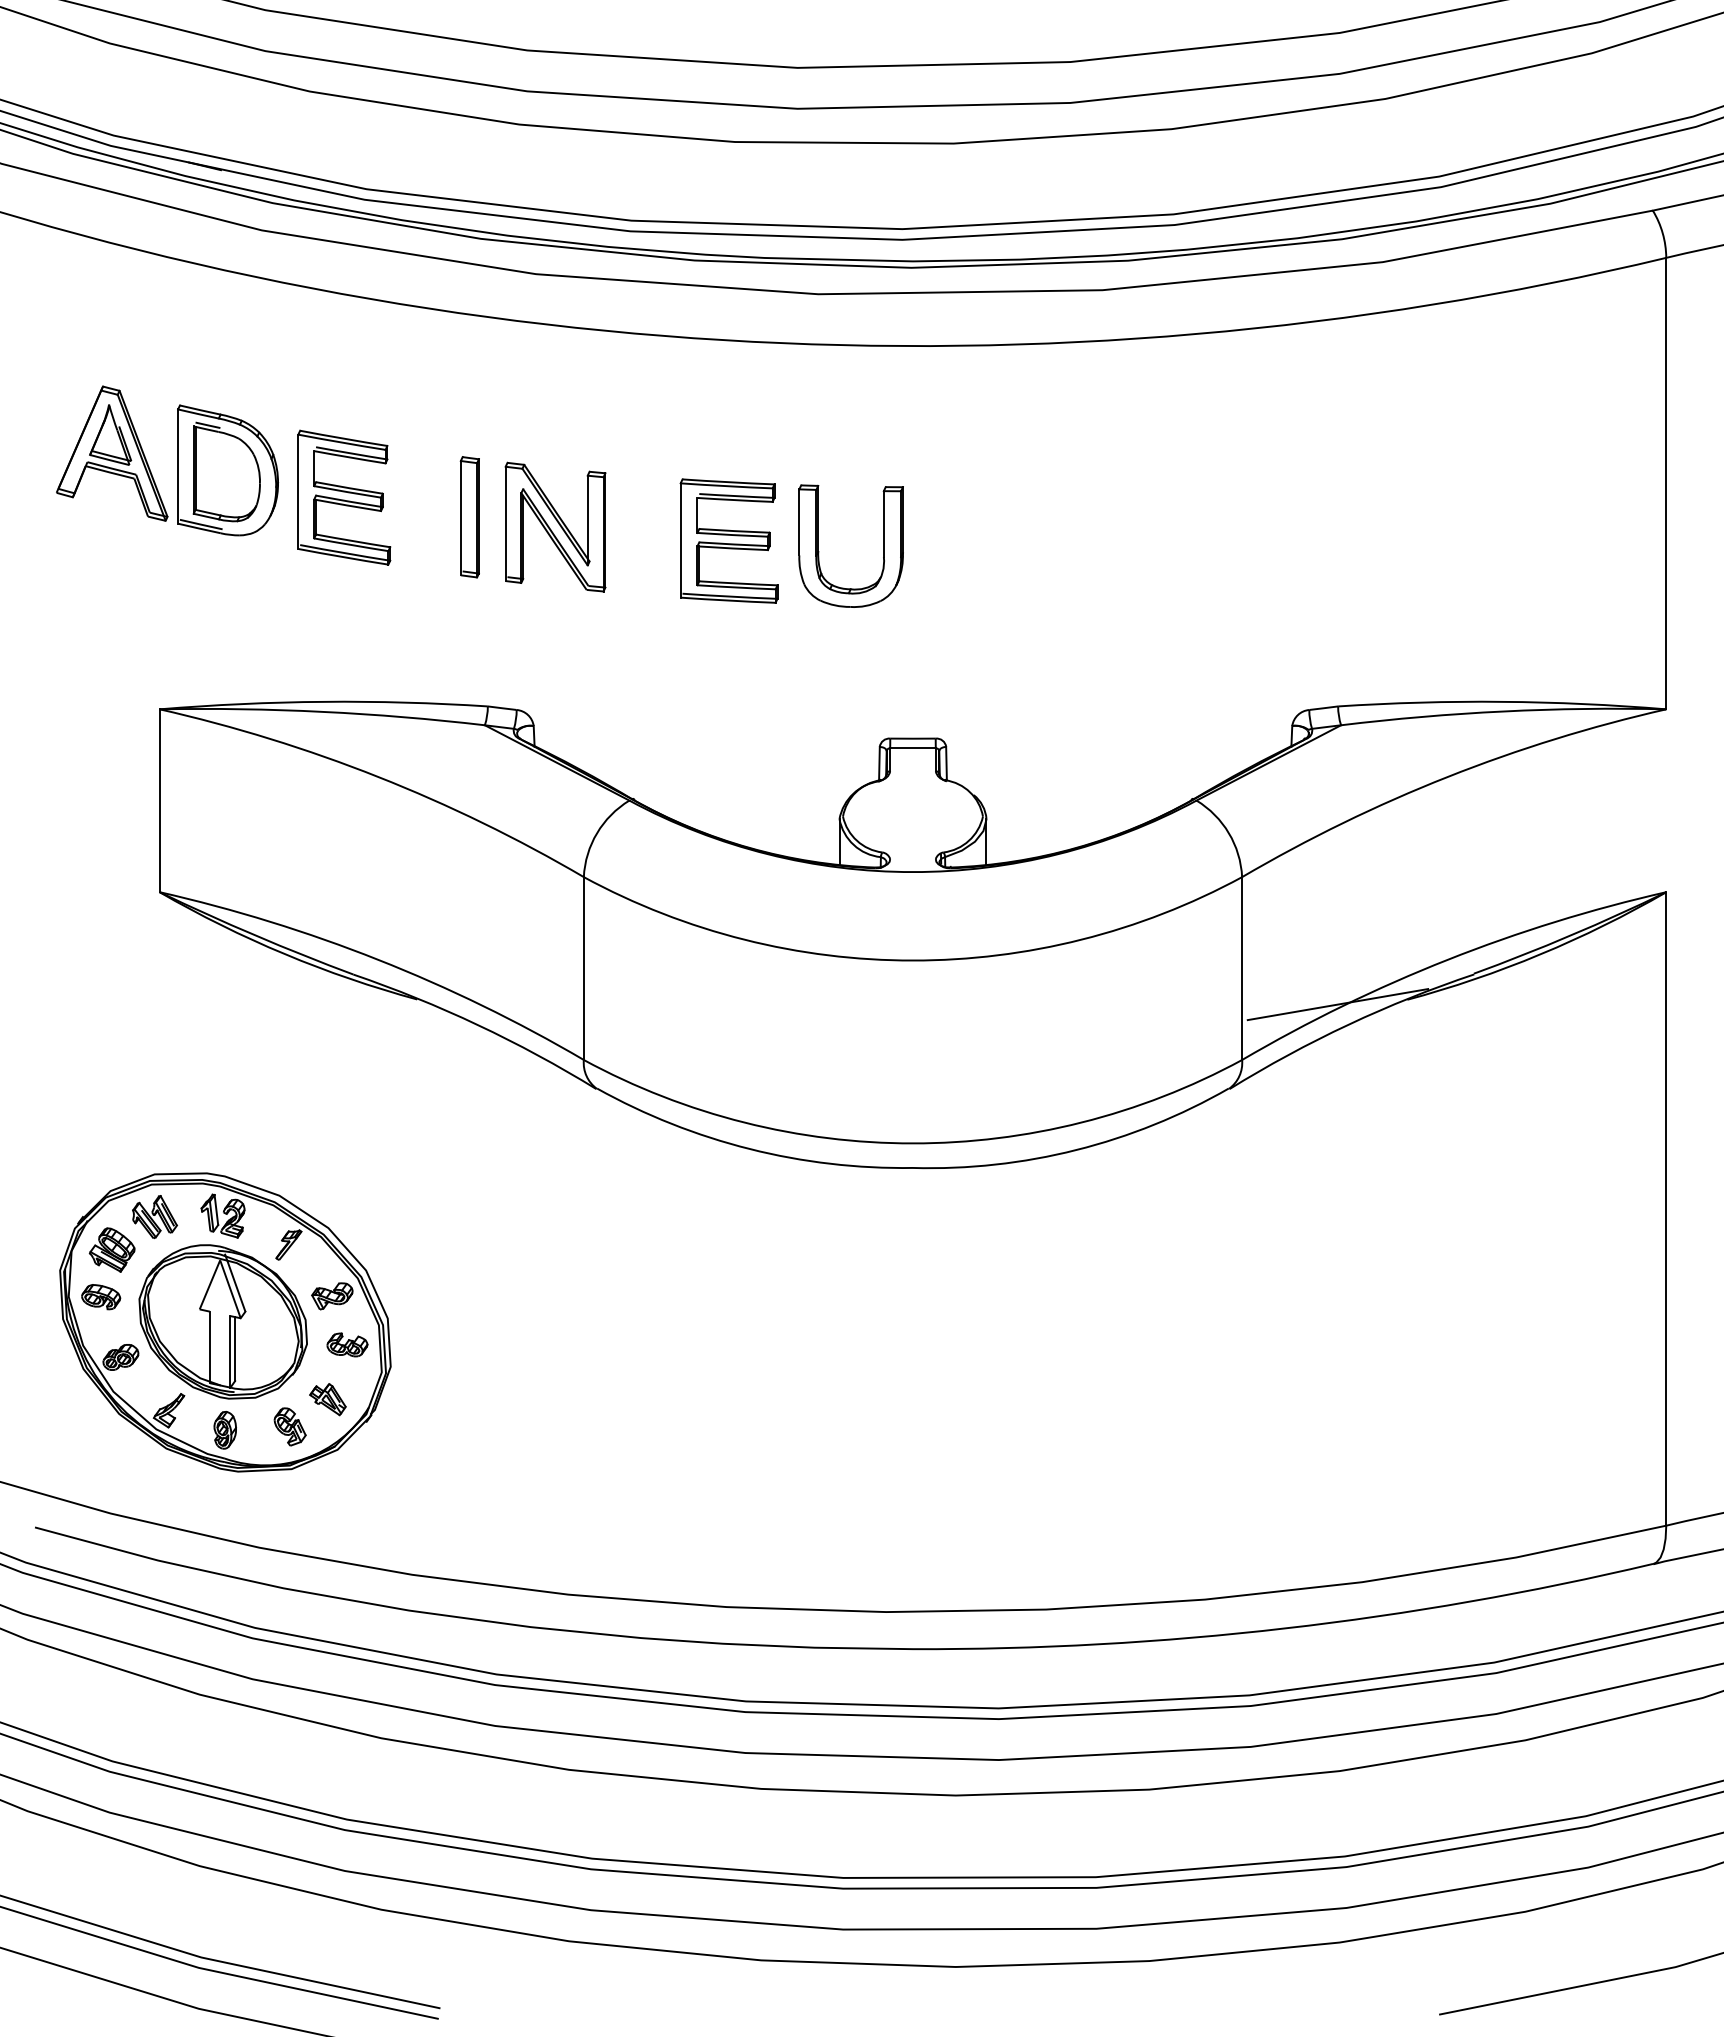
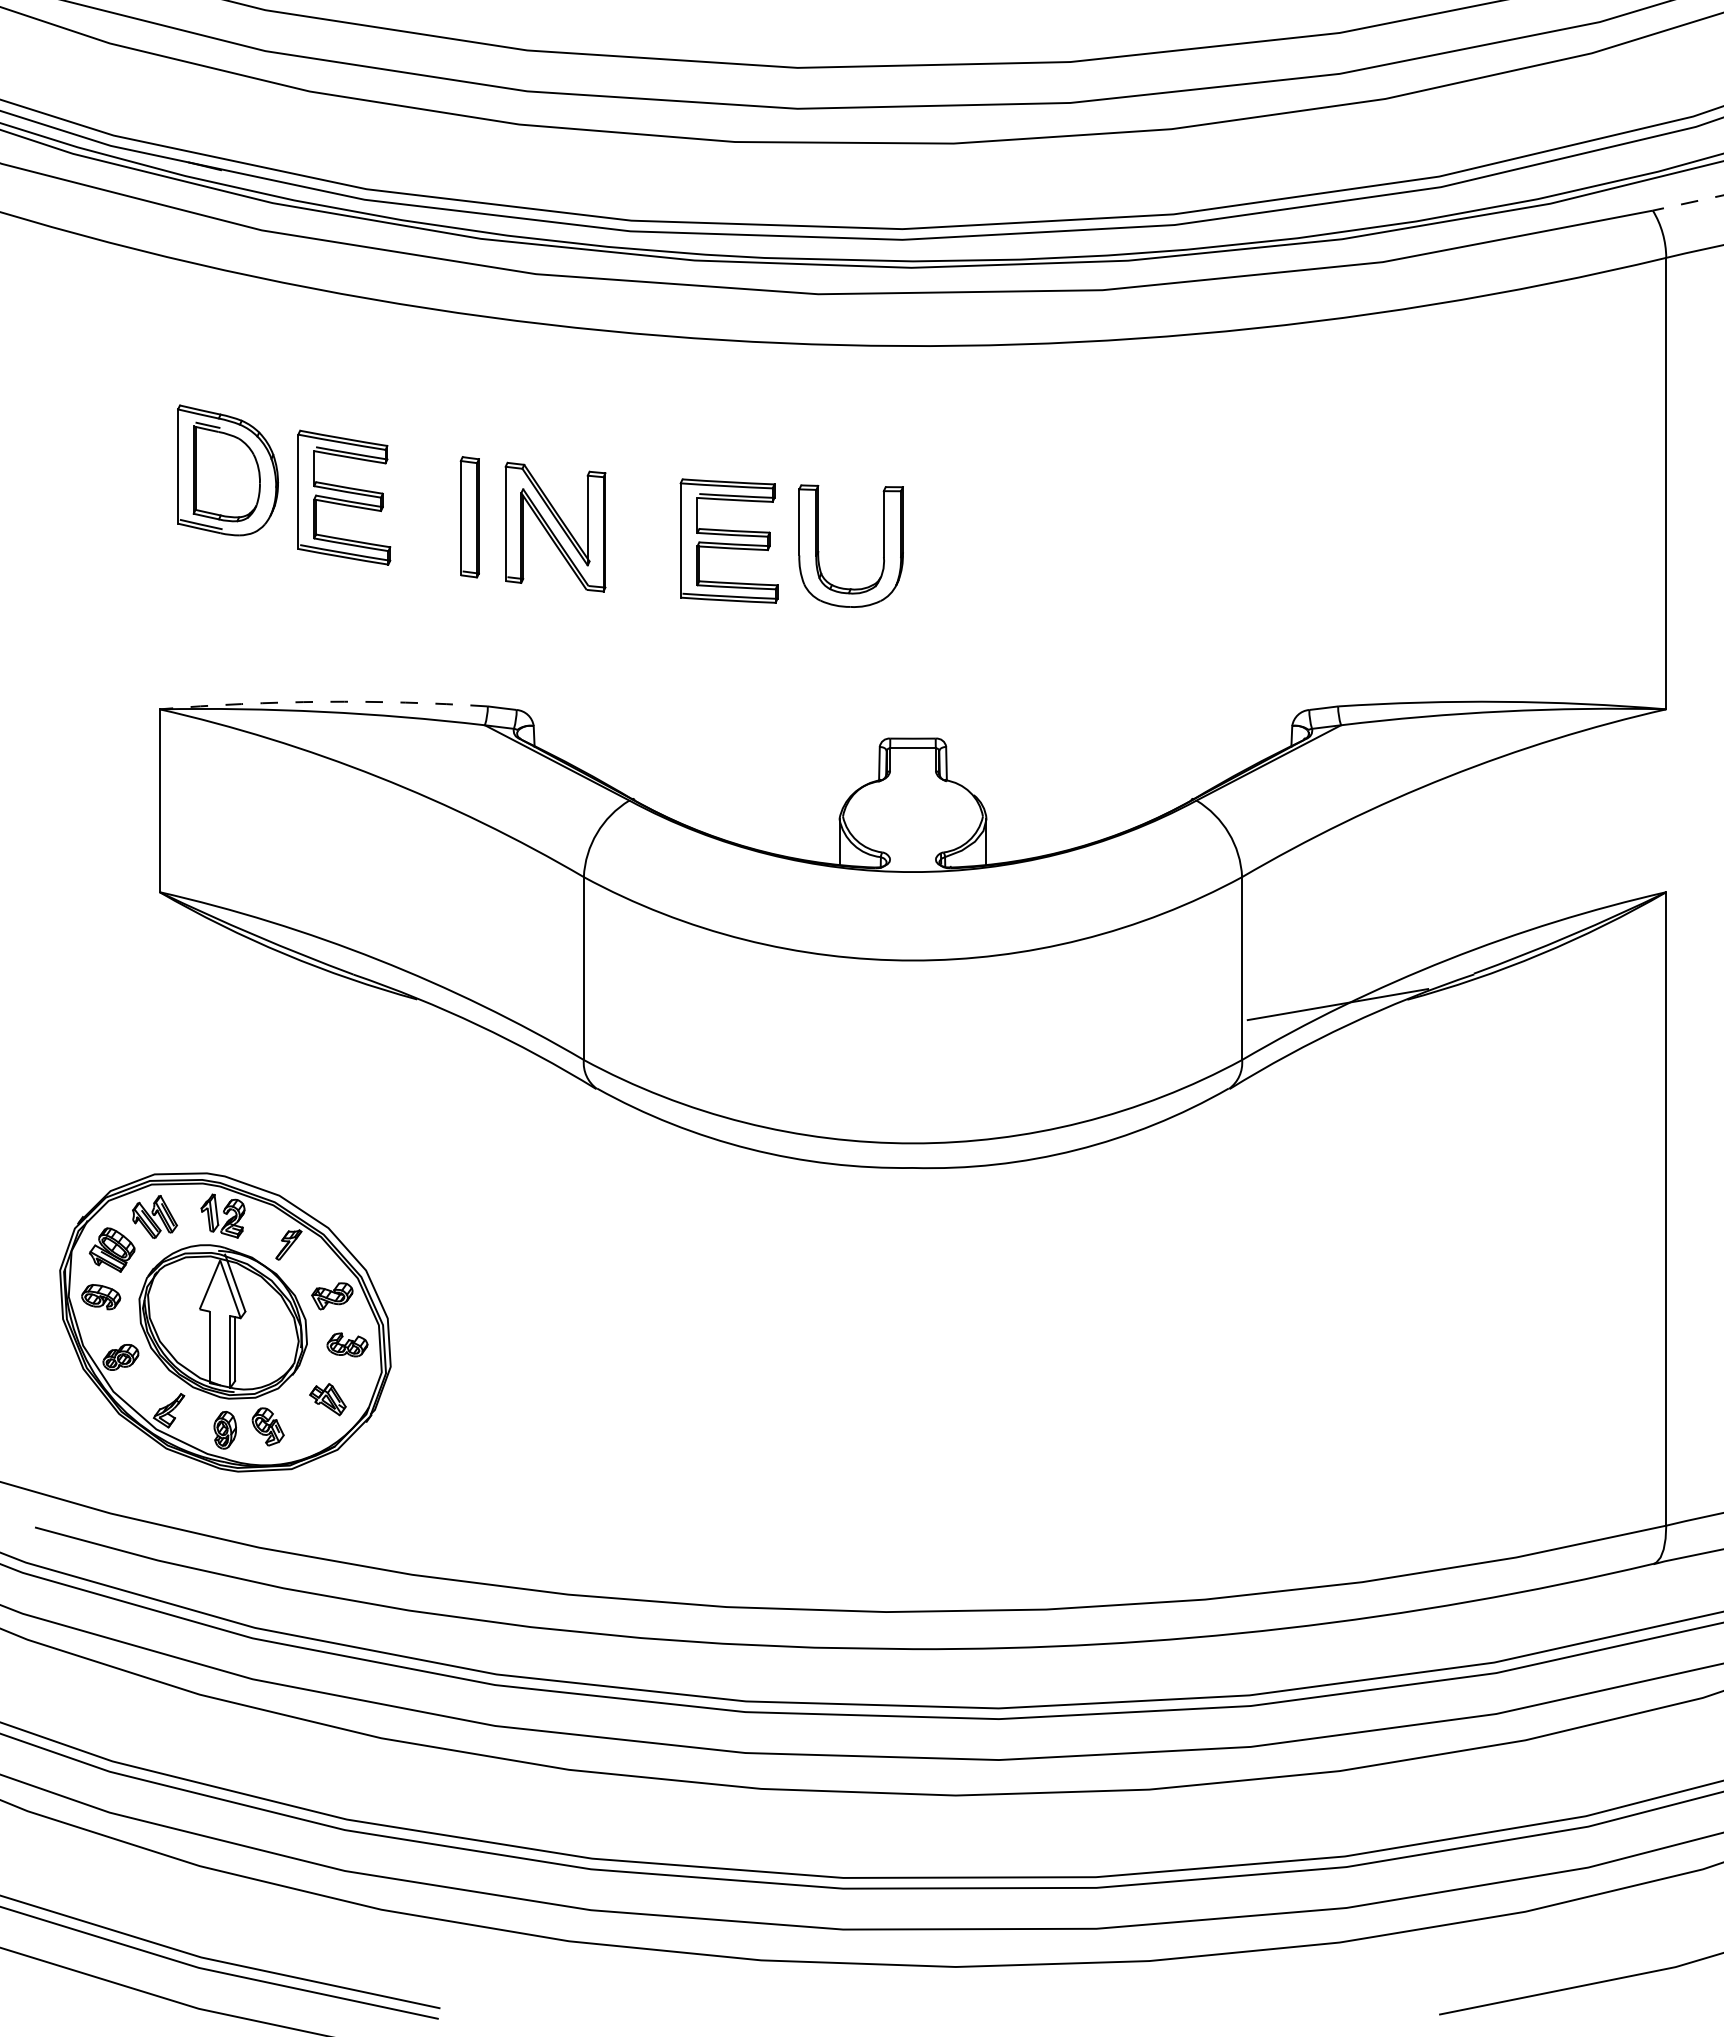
line at (1687, 203): solid -> dashed
part at (112, 453): present -> none
arc at (323, 701): solid -> dashed
part at (289, 1426) position: (289, 1426) -> (267, 1426)
